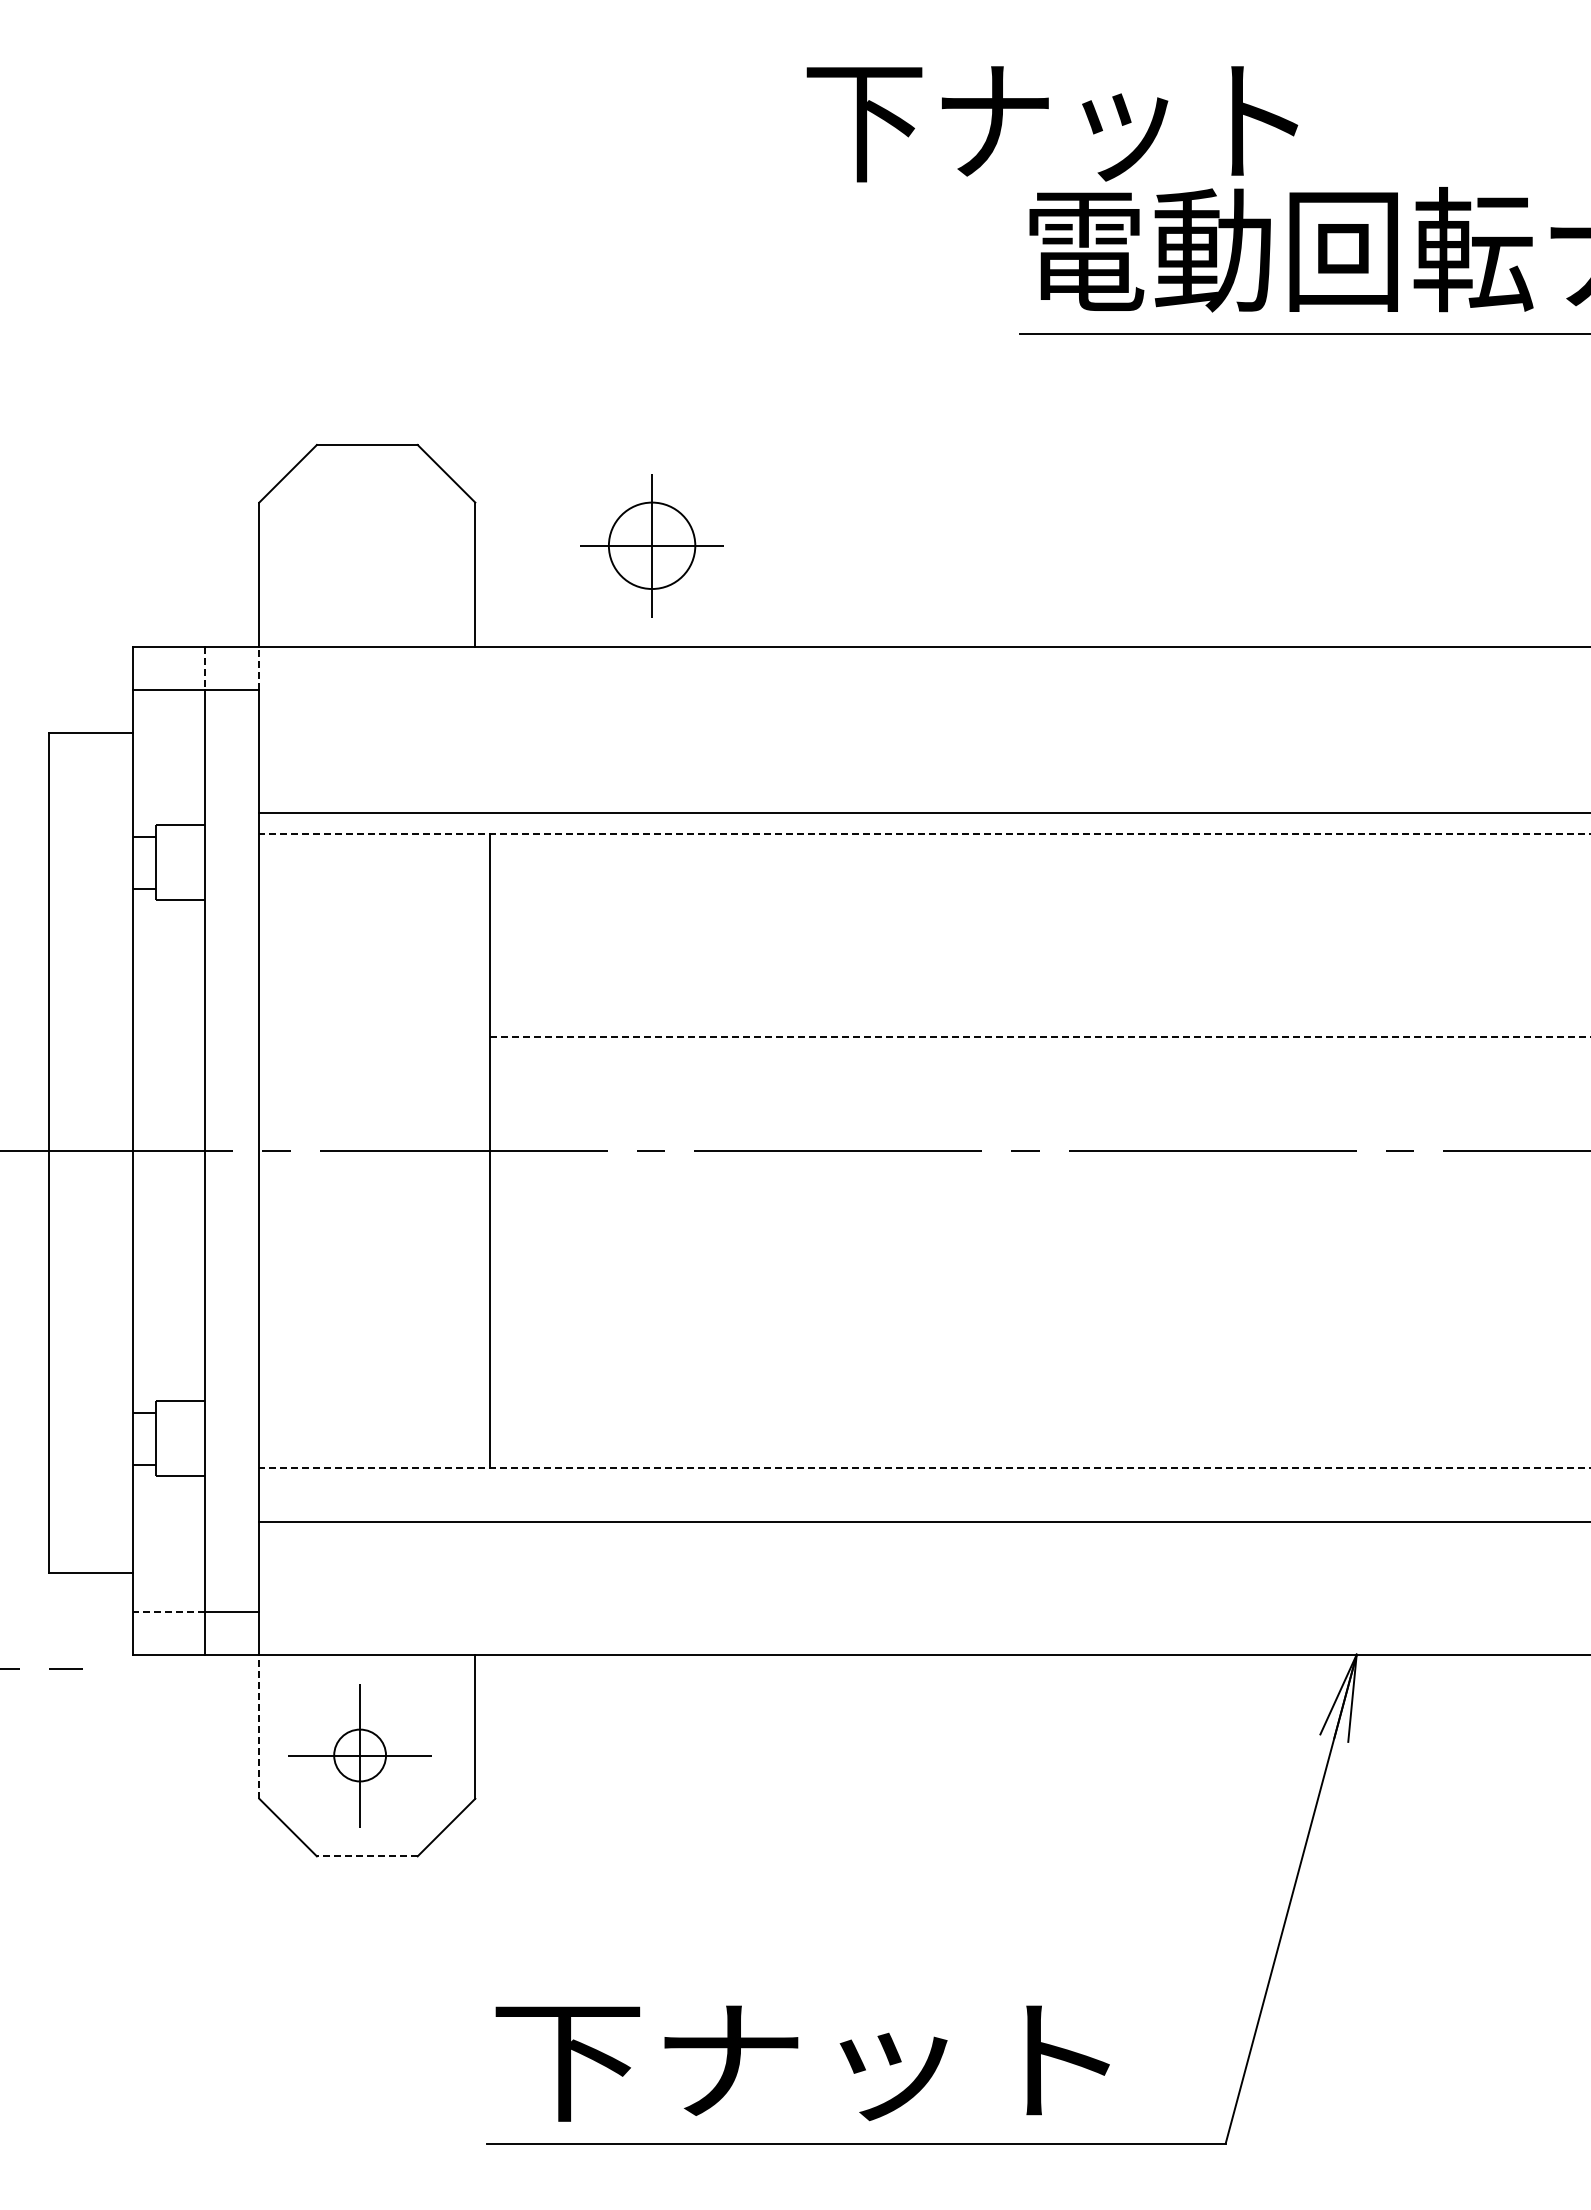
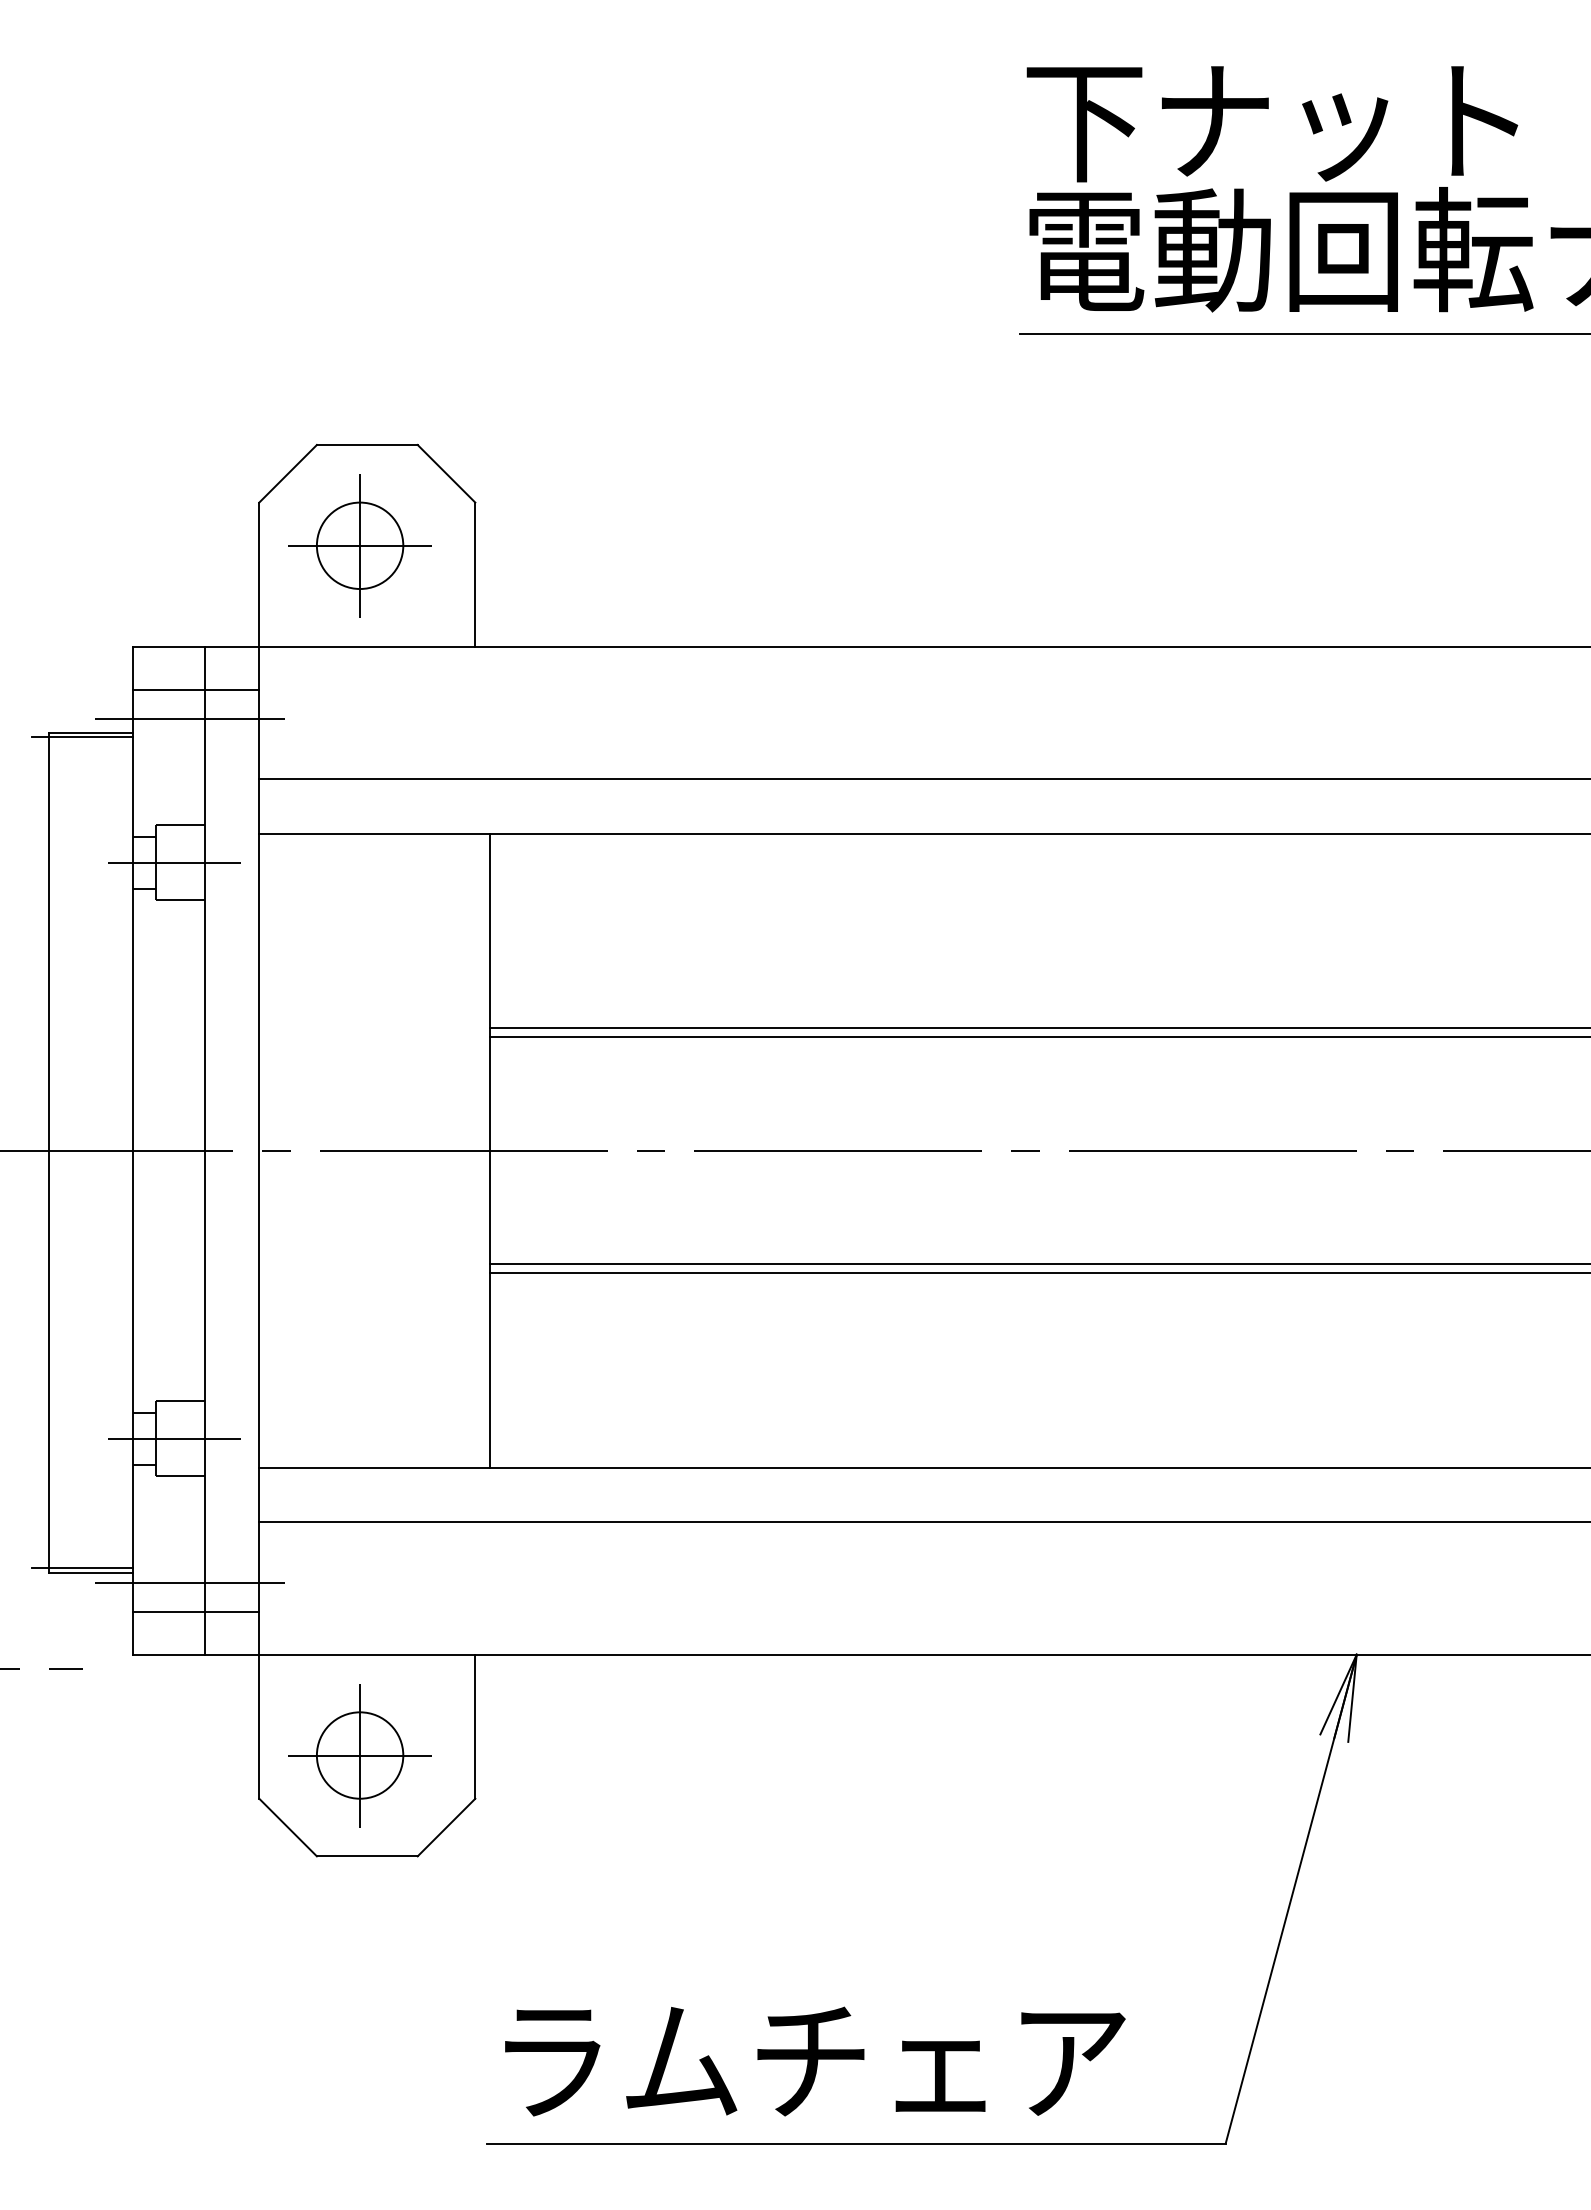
text at (1052, 124) position: (1052, 124) -> (1272, 124)
part at (651, 545) position: (651, 545) -> (359, 545)
line at (204, 668): dashed -> solid
line at (259, 668): dashed -> solid
line at (189, 718): none -> present
line at (81, 737): none -> present
line at (923, 813) position: (923, 813) -> (923, 779)
line at (924, 833): dashed -> solid
line at (174, 862): none -> present
line at (1038, 1028): none -> present
line at (1040, 1036): dashed -> solid
line at (1038, 1264): none -> present
line at (1038, 1273): none -> present
line at (174, 1438): none -> present
line at (924, 1467): dashed -> solid
line at (81, 1568): none -> present
line at (189, 1582): none -> present
line at (168, 1611): dashed -> solid
line at (259, 1726): dashed -> solid
circle at (360, 1755) diameter: 52 px -> 86 px
line at (366, 1856): dashed -> solid
text at (810, 2063): 下ナット -> ラムチェア
